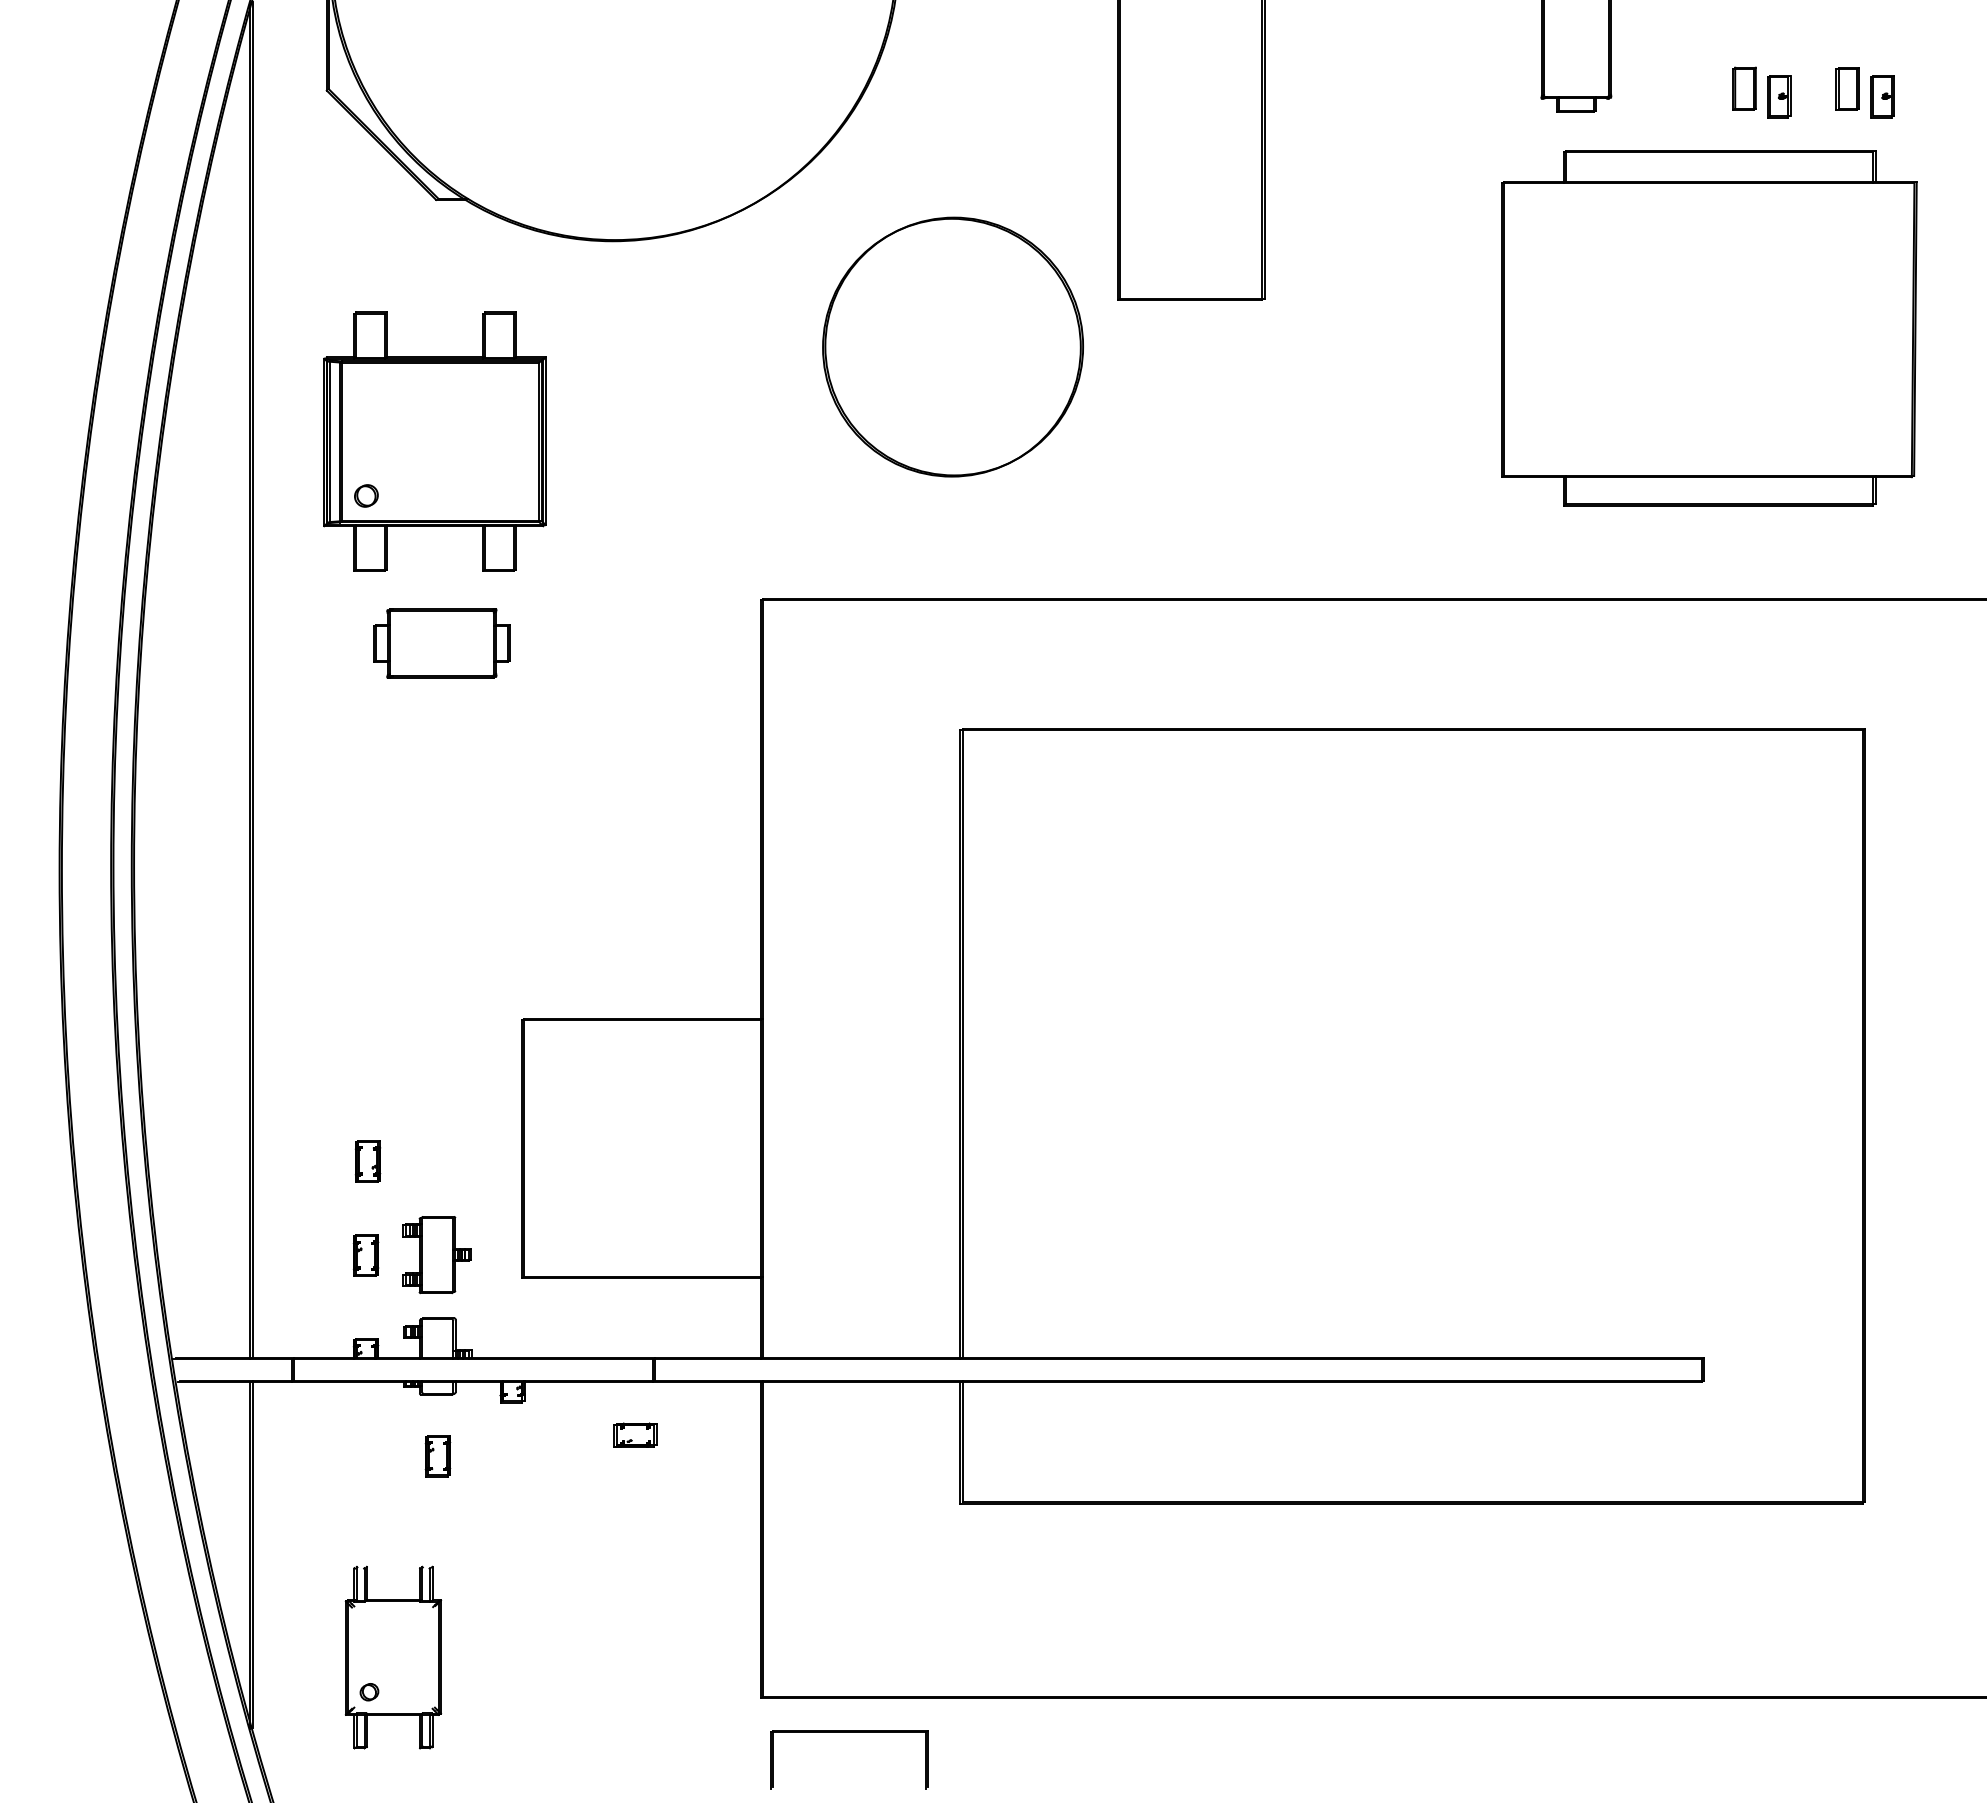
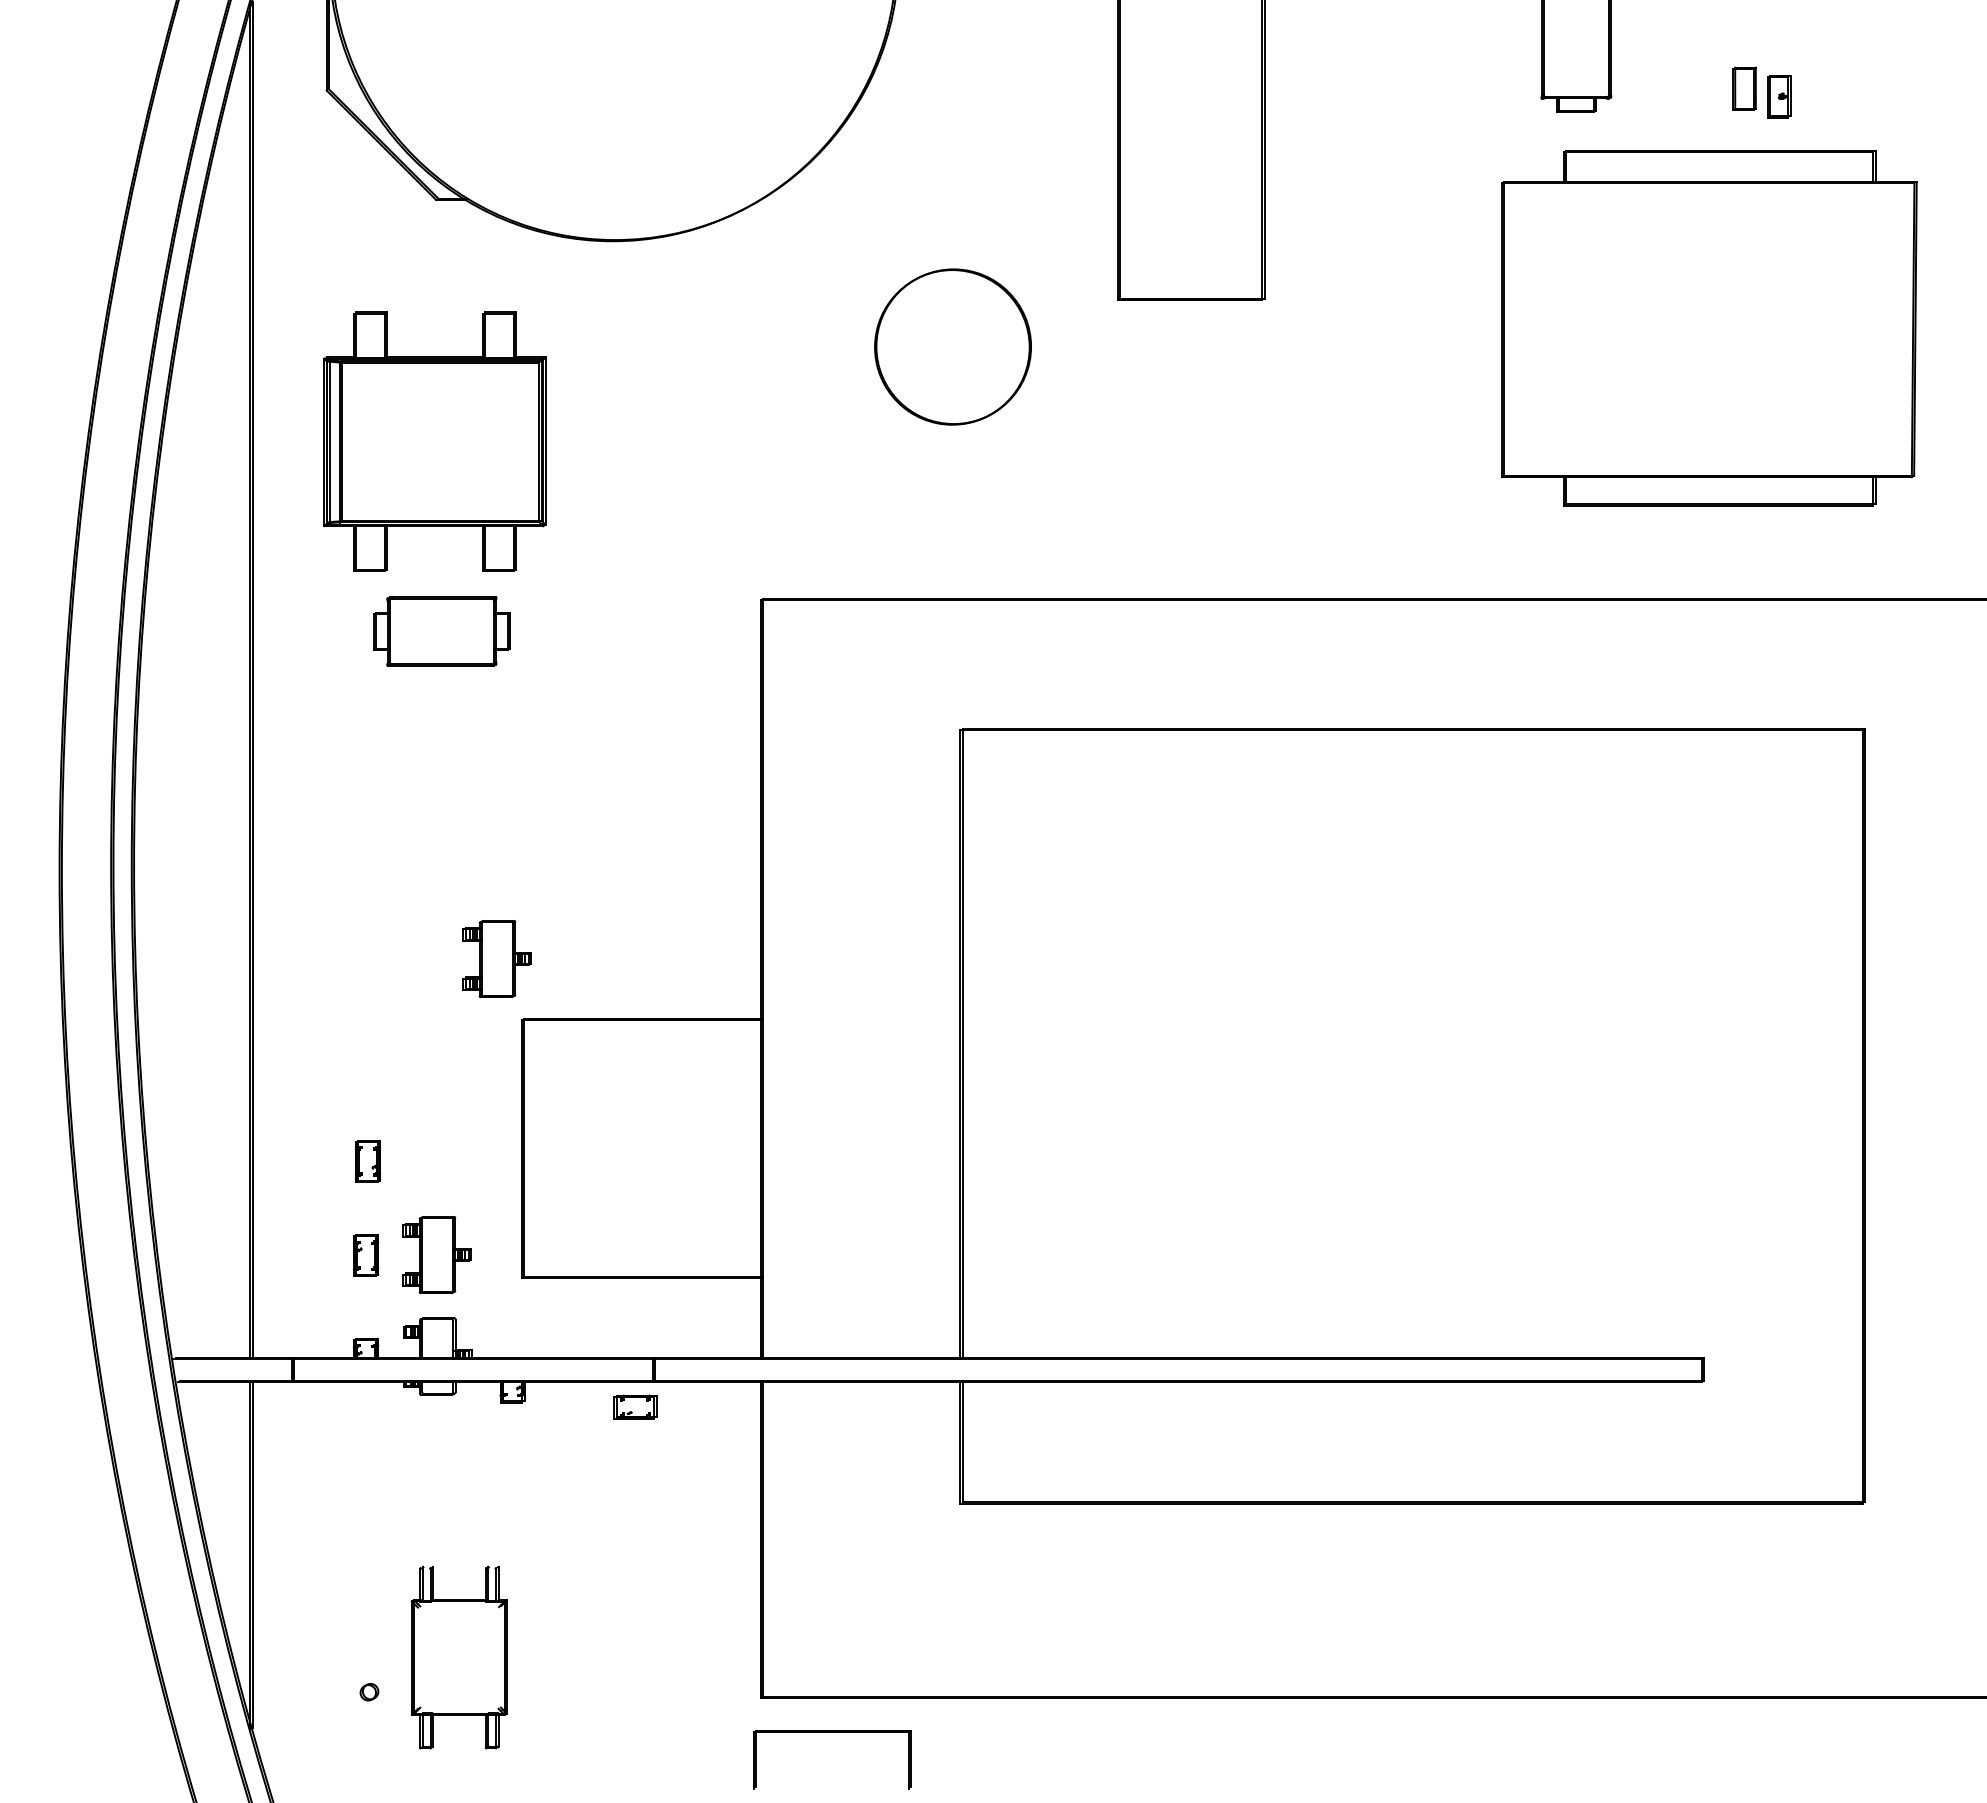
part at (1847, 88): present -> none
part at (1882, 96): present -> none
part at (952, 346) size: 262x262 px -> 158x158 px
part at (366, 495): present -> none
part at (441, 643) position: (441, 643) -> (441, 631)
part at (496, 959): none -> present
part at (635, 1434) position: (635, 1434) -> (635, 1406)
part at (437, 1456): present -> none
part at (393, 1657) position: (393, 1657) -> (459, 1657)
part at (849, 1732) position: (849, 1732) -> (832, 1732)
